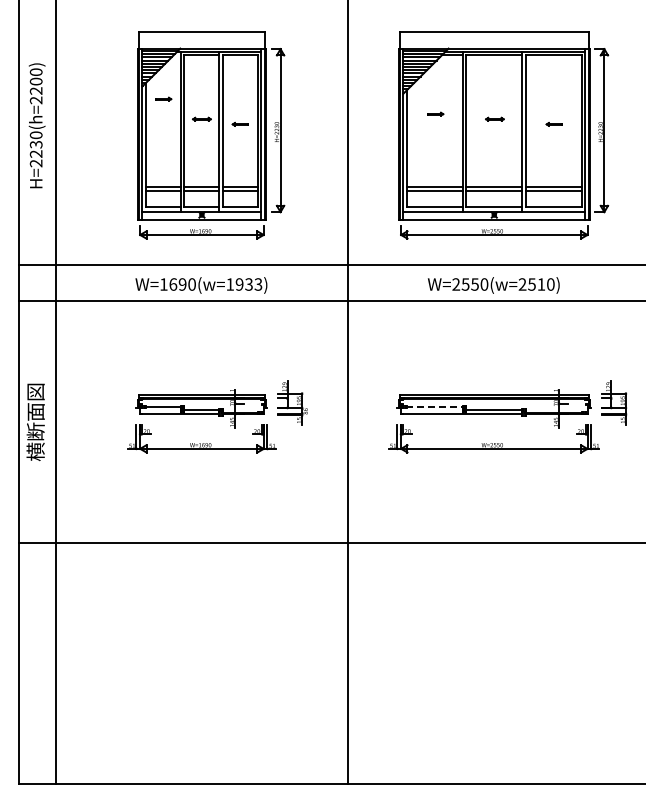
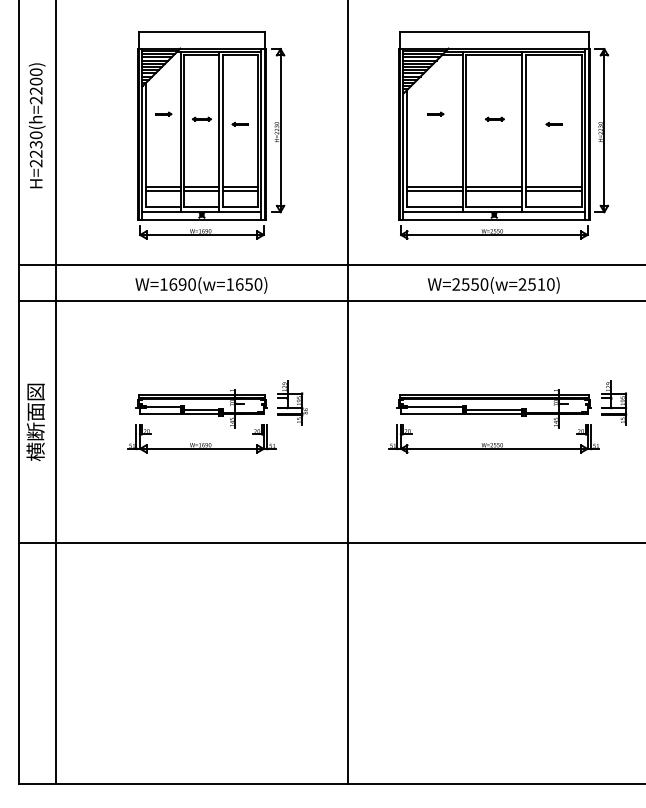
part at (163, 98) position: (163, 98) -> (163, 113)
text at (248, 284): W=1690(w=1933) -> W=1690(w=1650)
line at (434, 406): dashed -> solid
